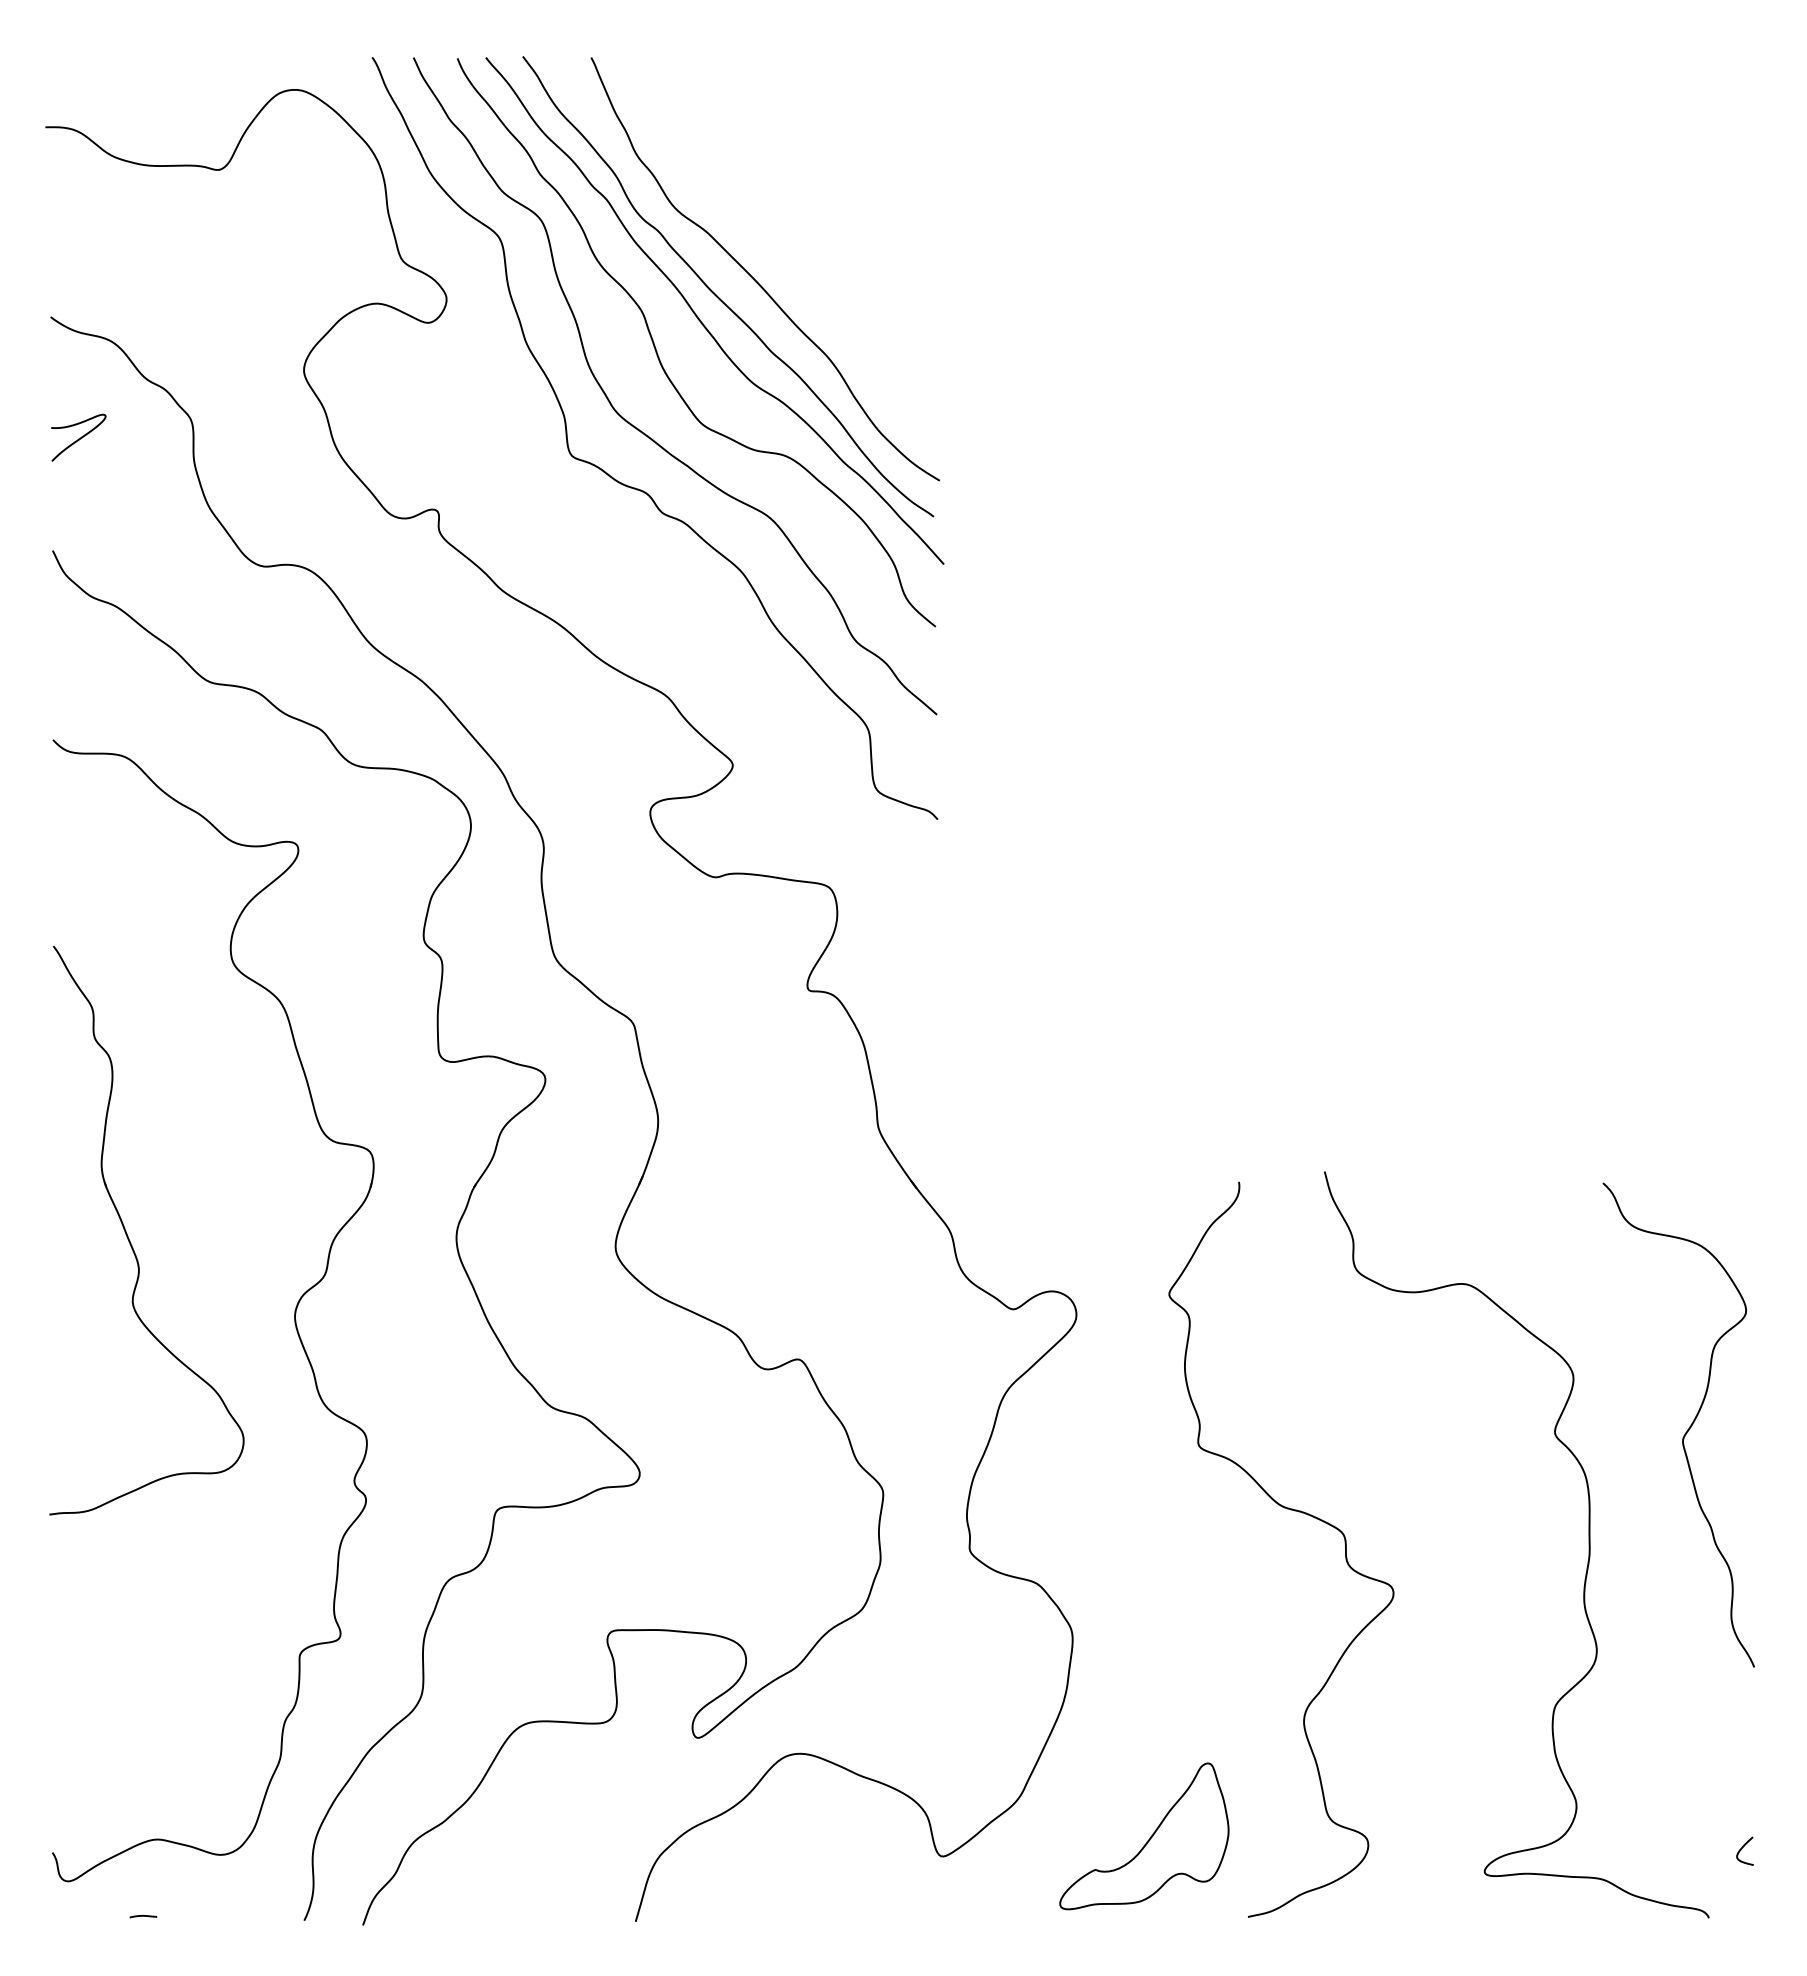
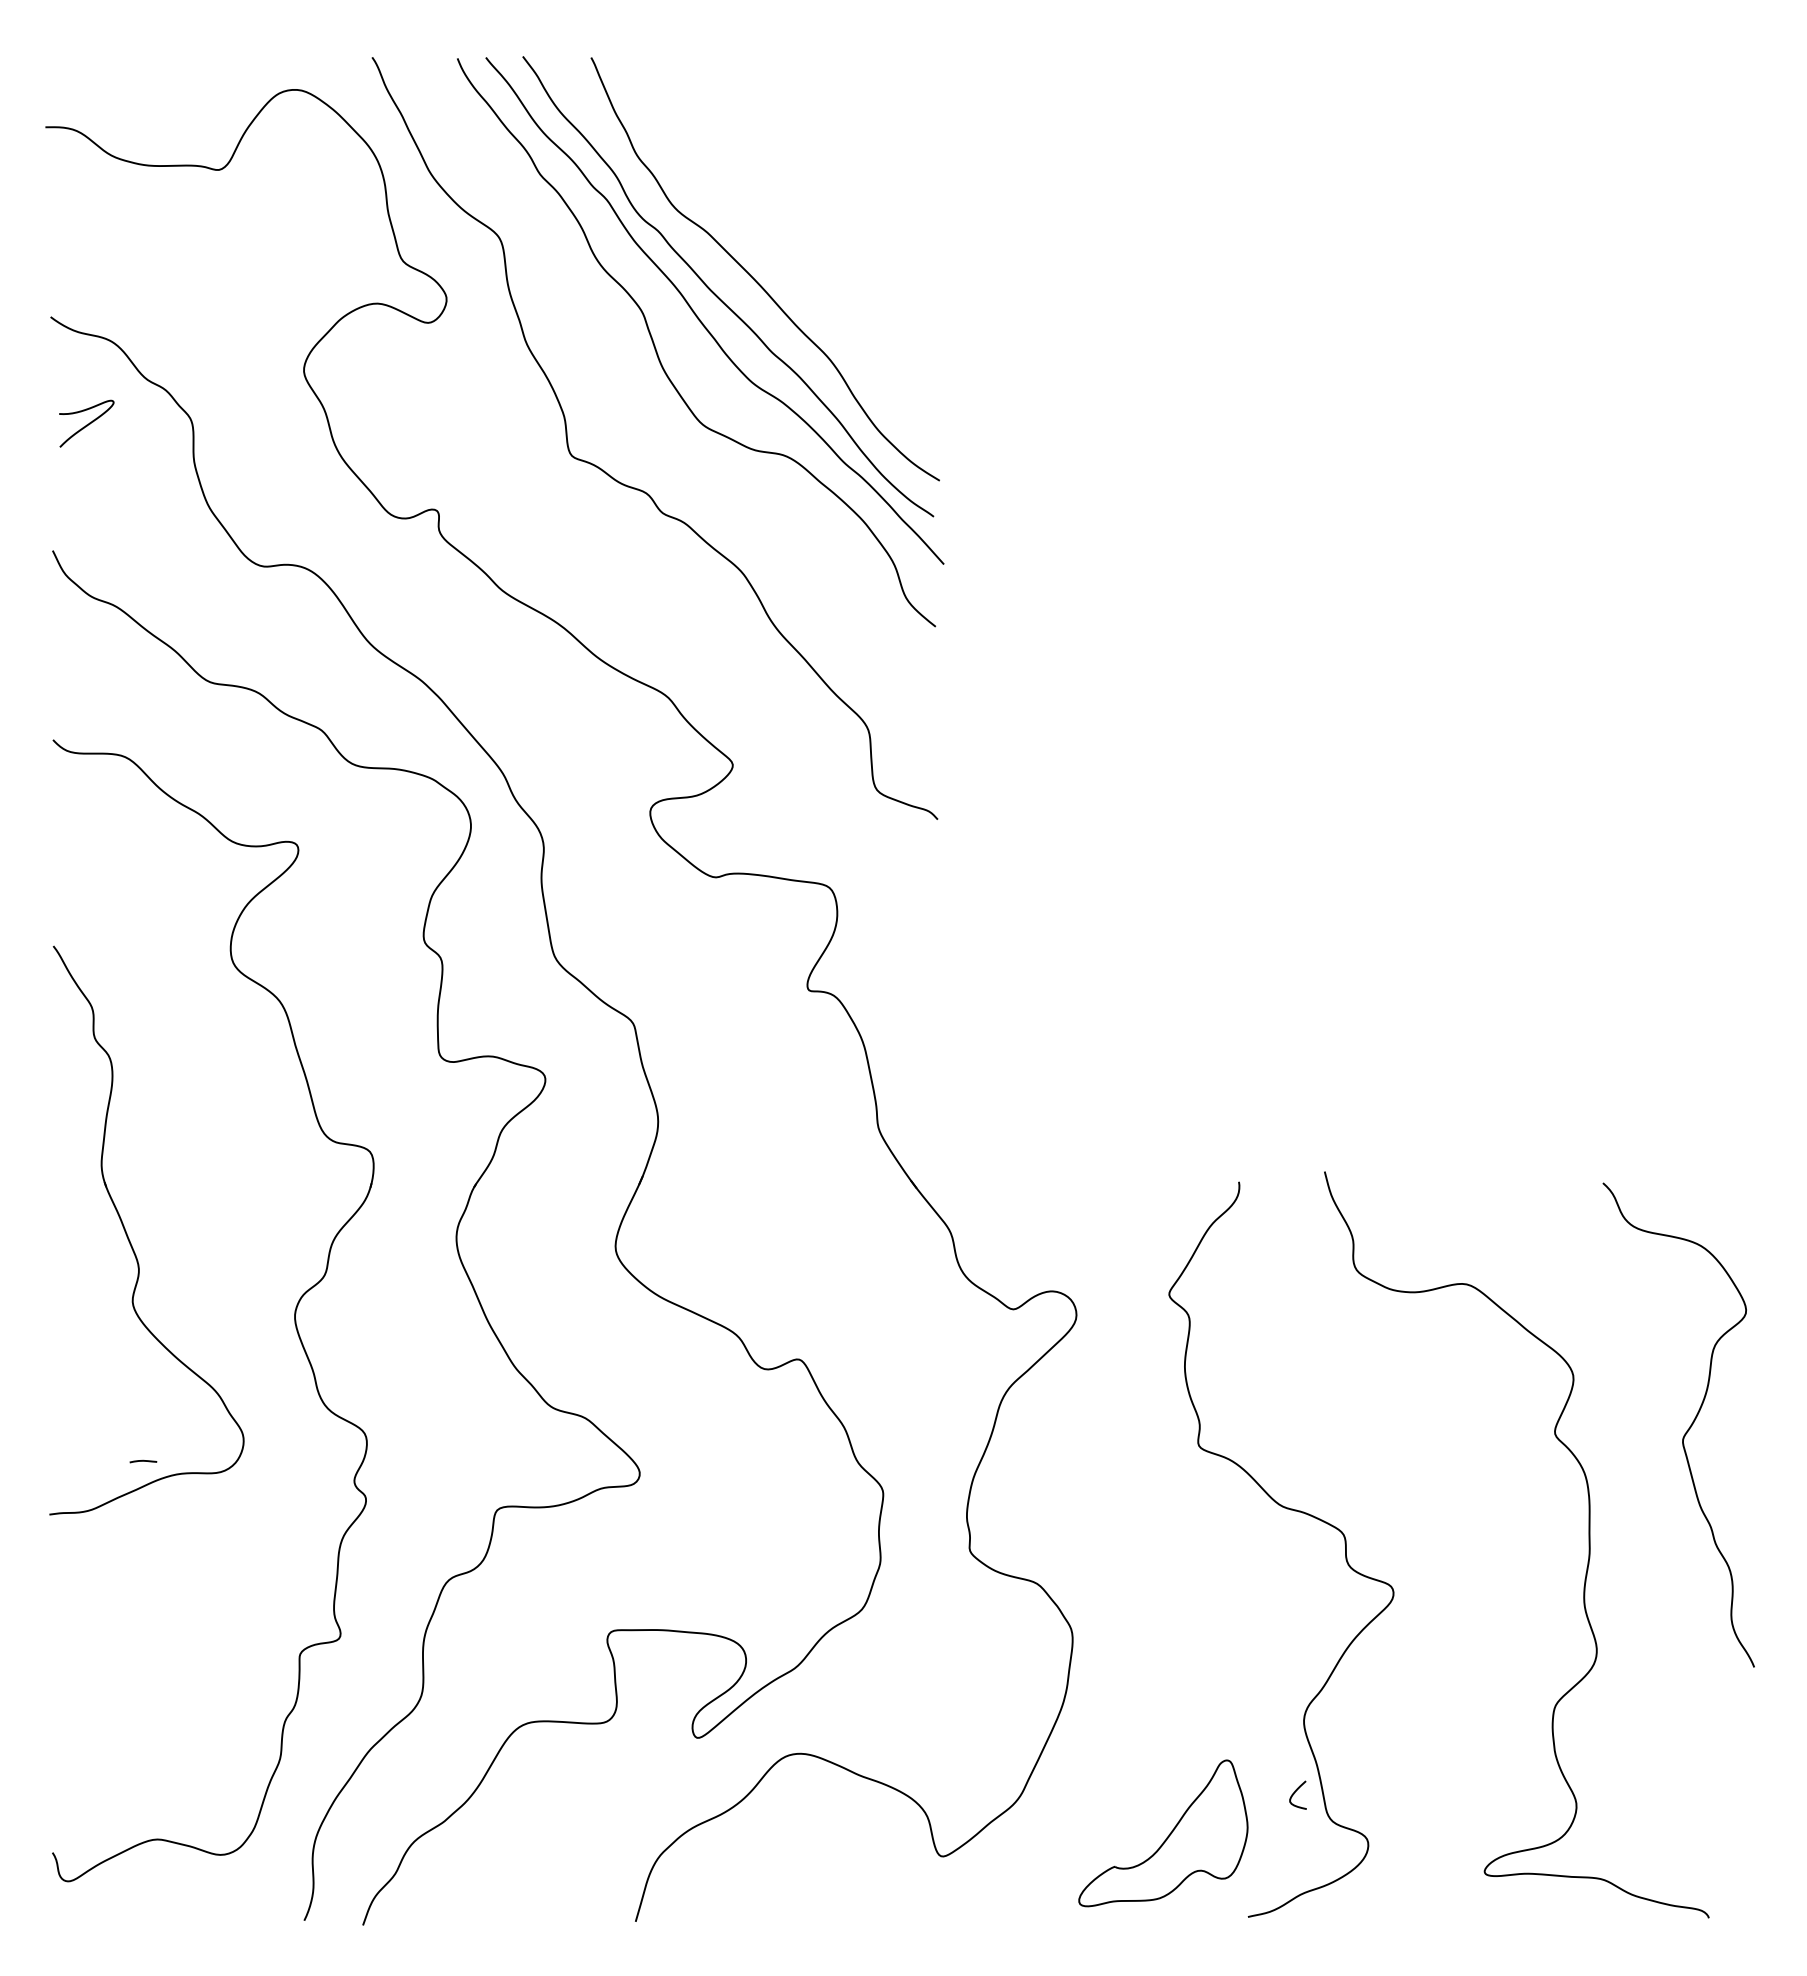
curve at (644, 432): present -> none
curve at (78, 438) position: (78, 438) -> (86, 424)
part at (1144, 1836) position: (1144, 1836) -> (1163, 1833)
curve at (1742, 1848) position: (1742, 1848) -> (1295, 1792)
curve at (143, 1916) position: (143, 1916) -> (143, 1461)
